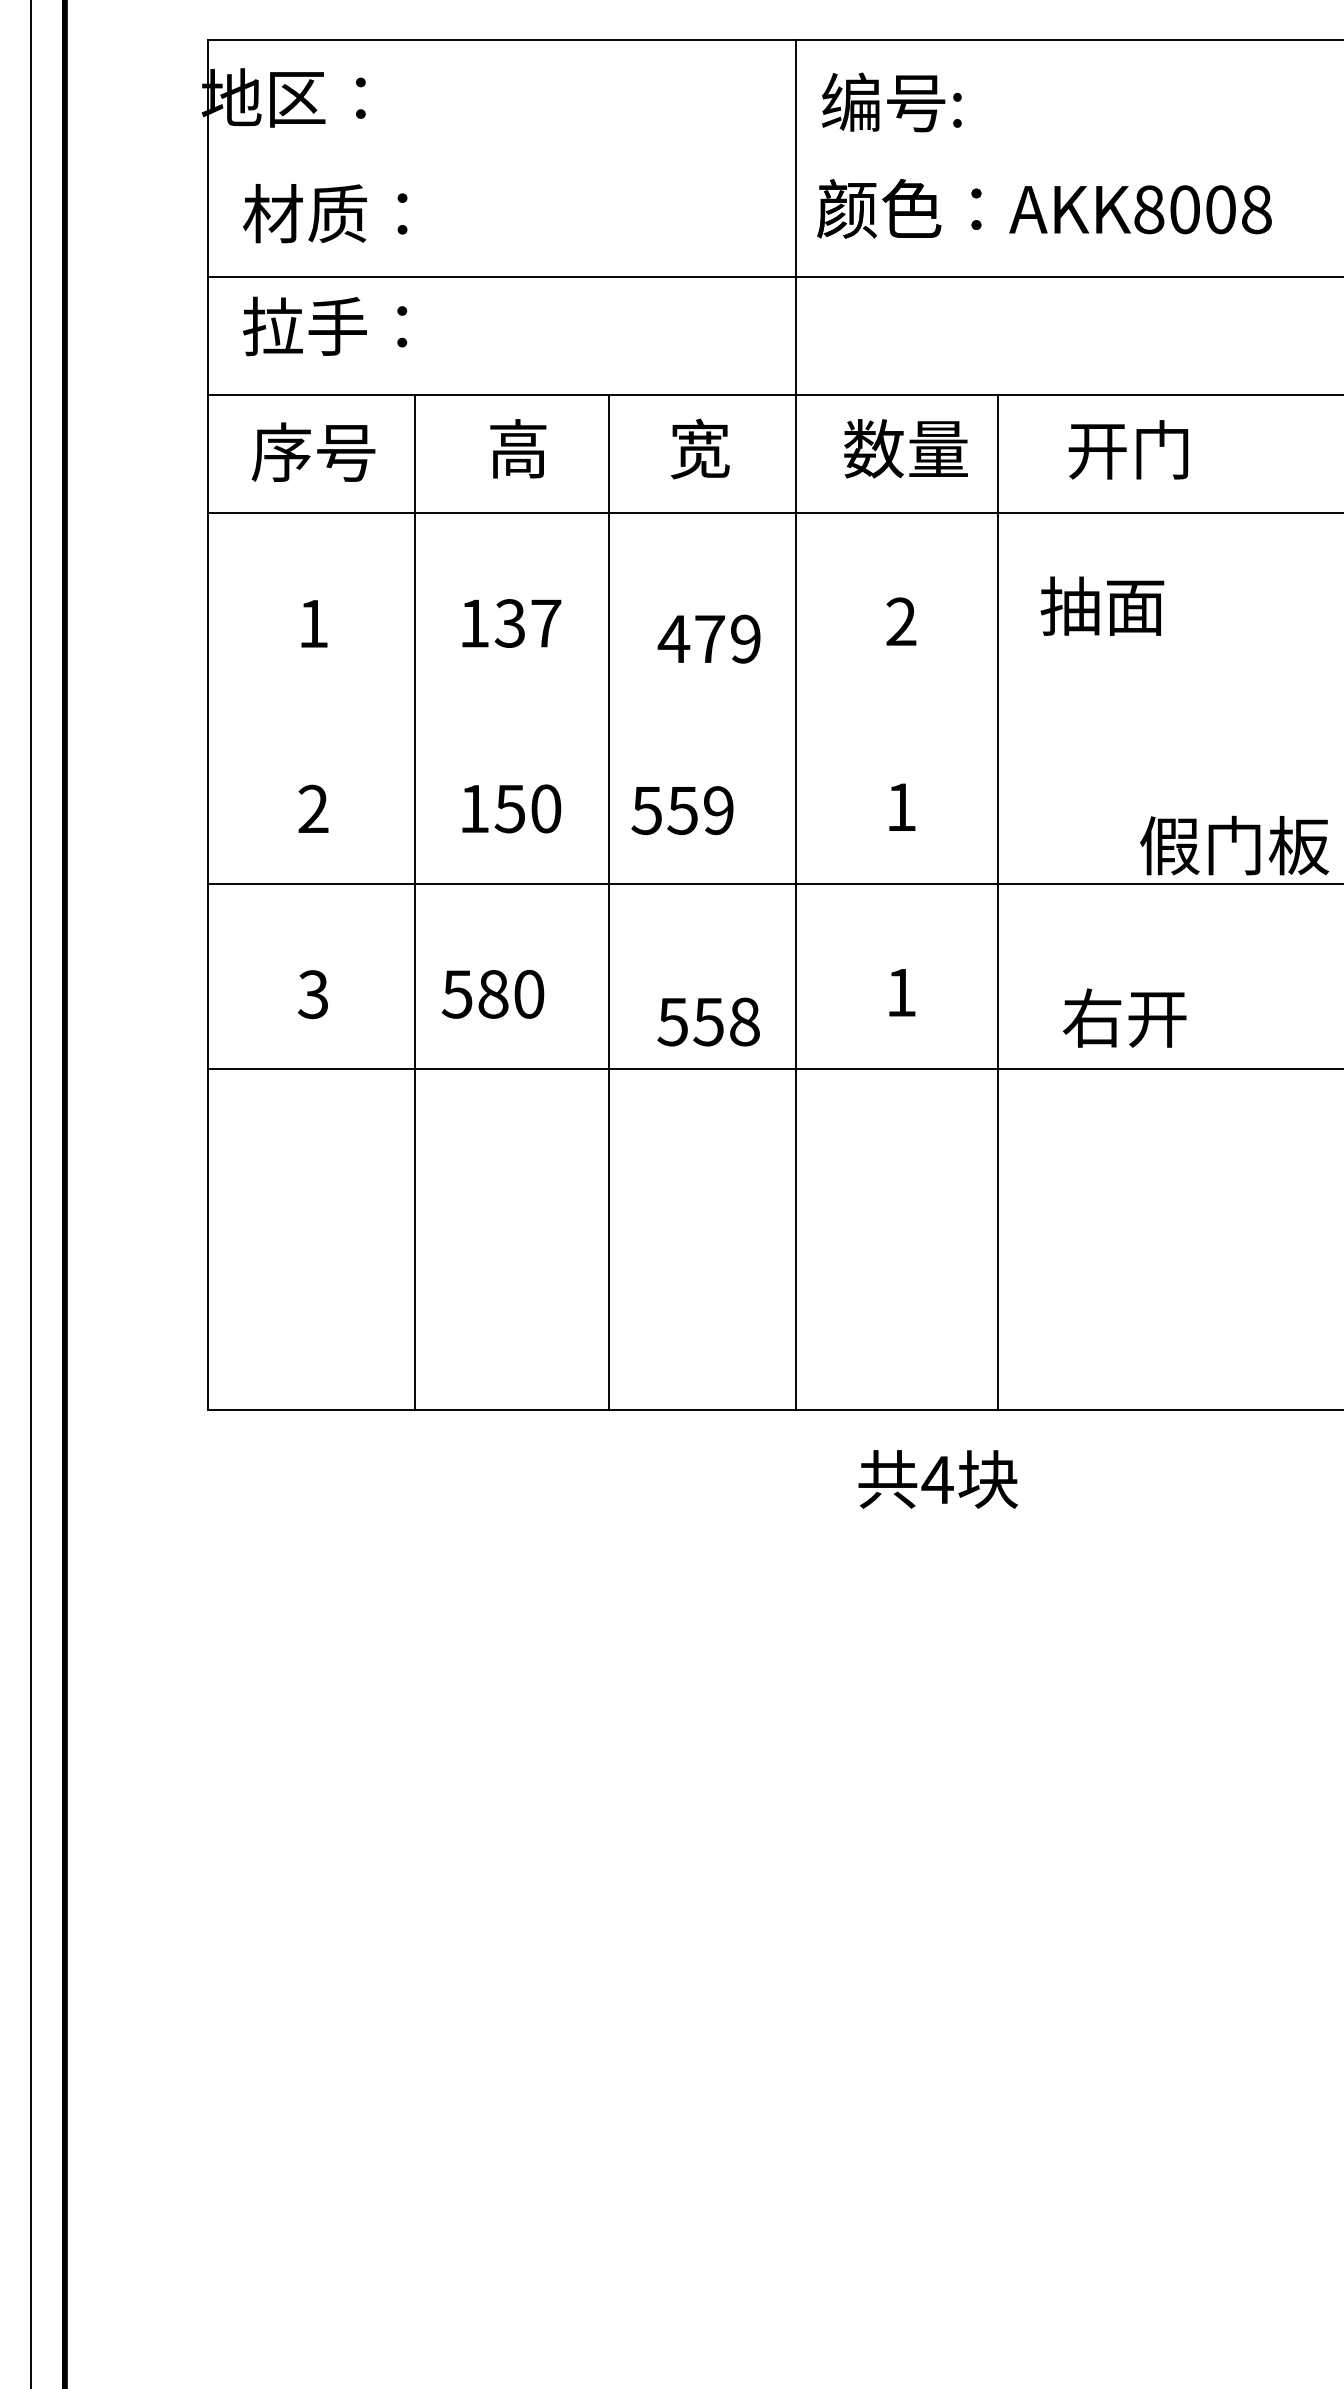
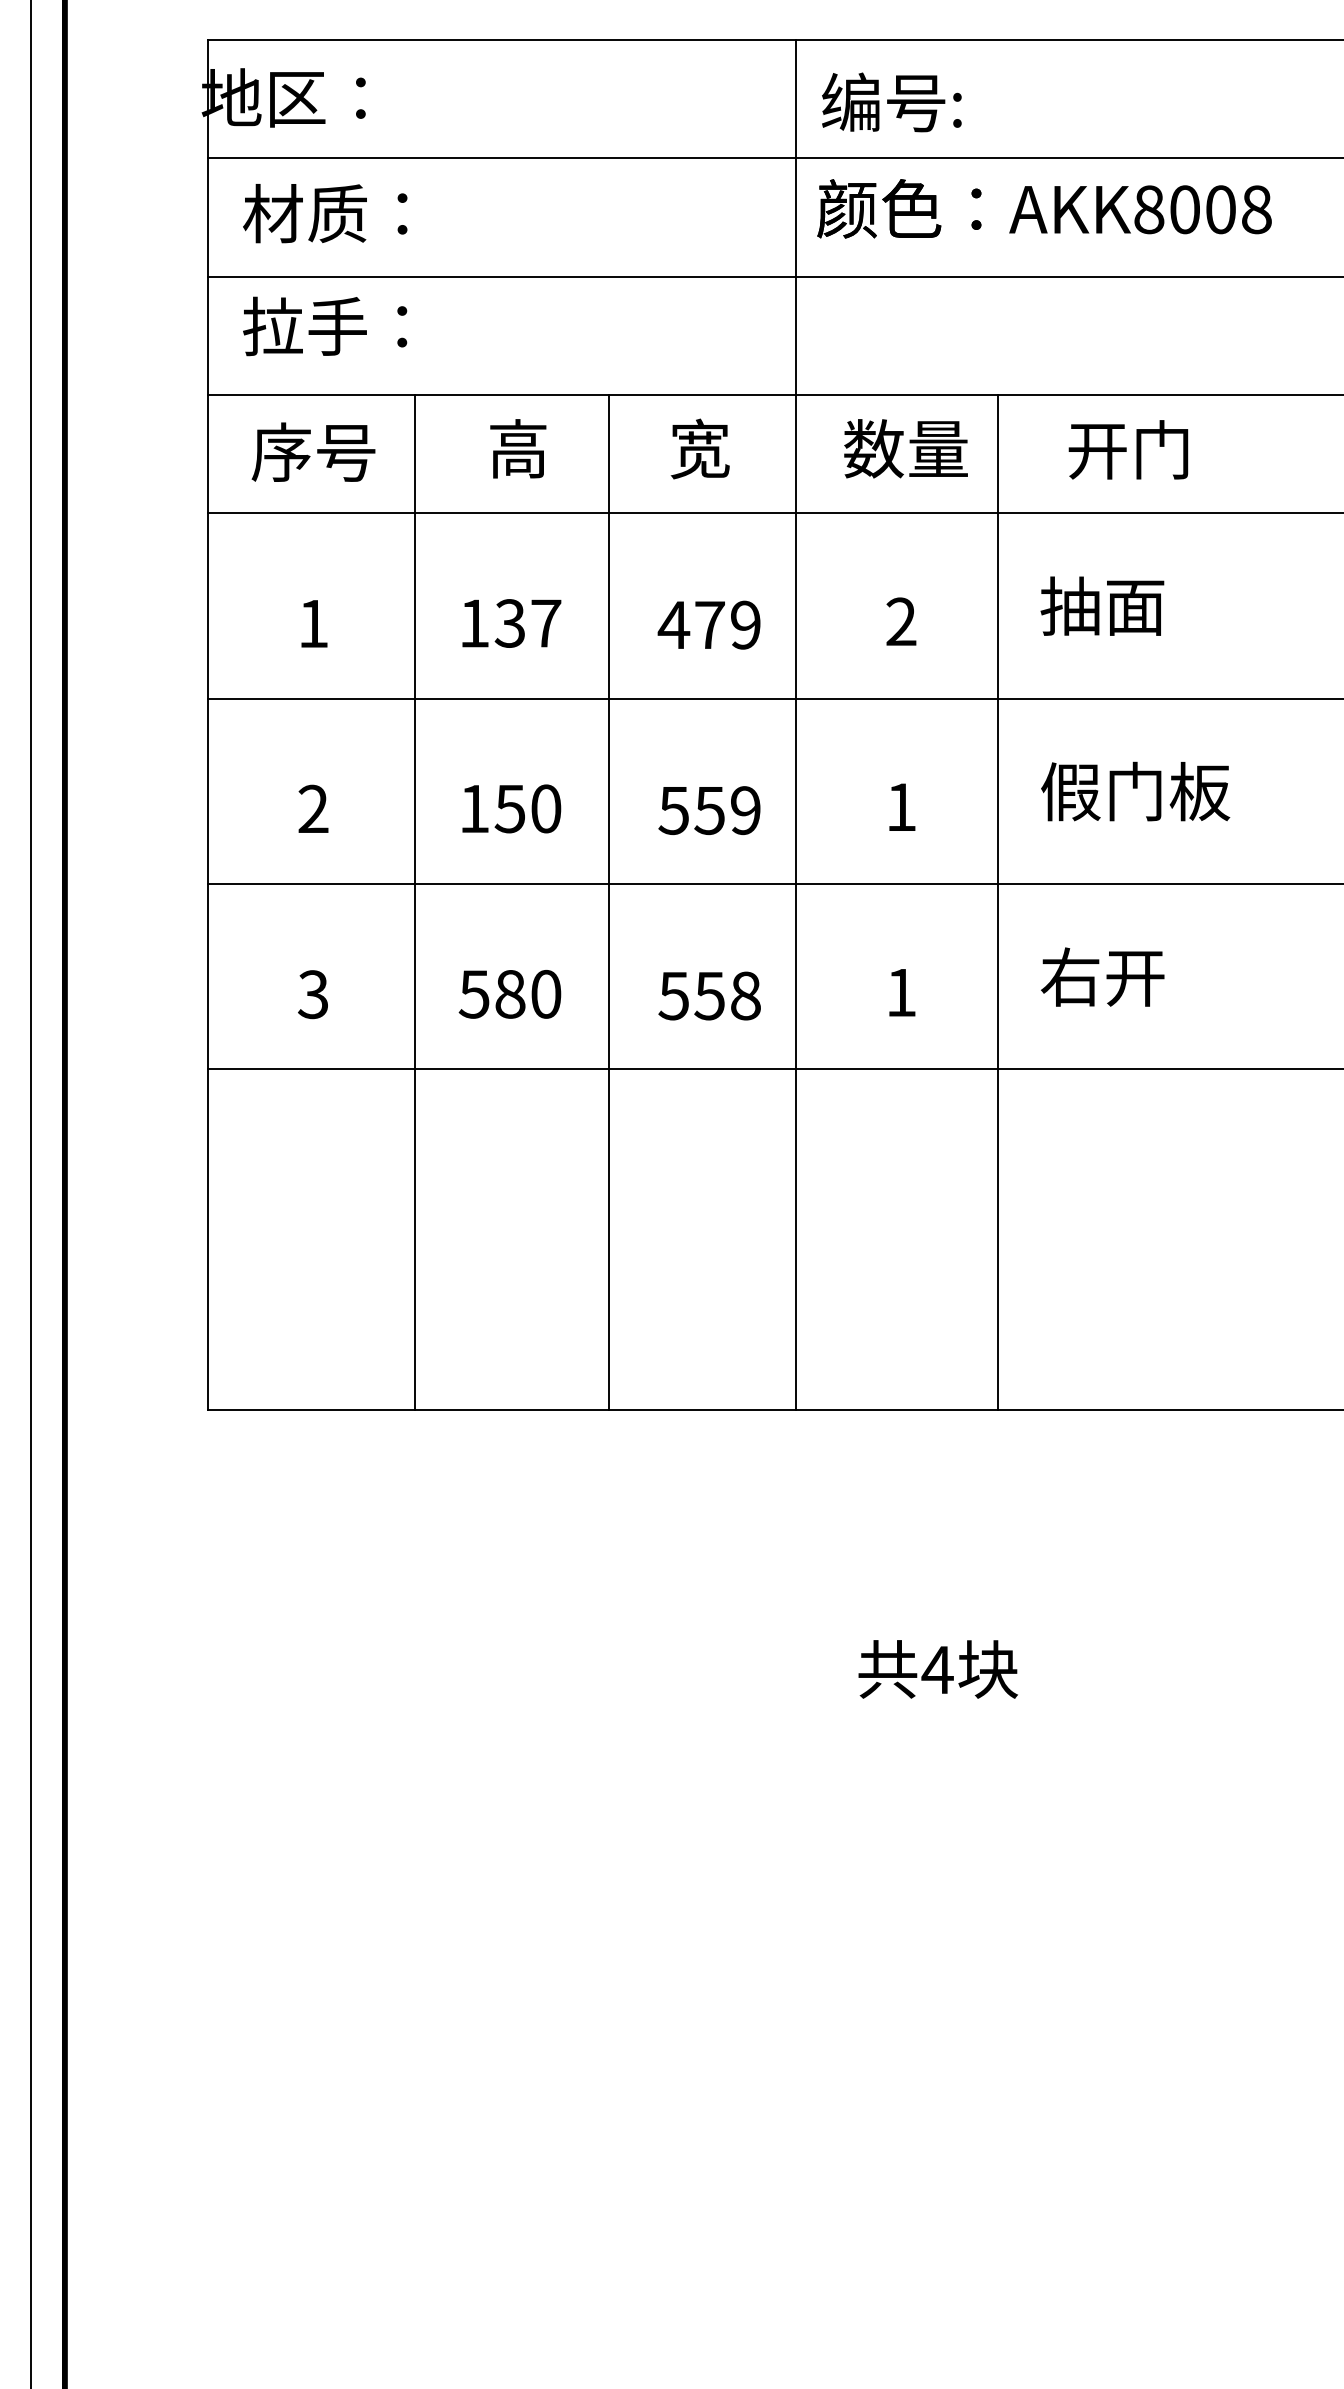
line at (773, 158): none -> present
text at (708, 638) position: (708, 638) -> (708, 624)
line at (773, 698): none -> present
text at (682, 810) position: (682, 810) -> (709, 810)
text at (1234, 845) position: (1234, 845) -> (1135, 791)
text at (492, 994) position: (492, 994) -> (509, 994)
text at (1124, 1017) position: (1124, 1017) -> (1102, 976)
text at (708, 1021) position: (708, 1021) -> (709, 995)
text at (937, 1479) position: (937, 1479) -> (937, 1669)
